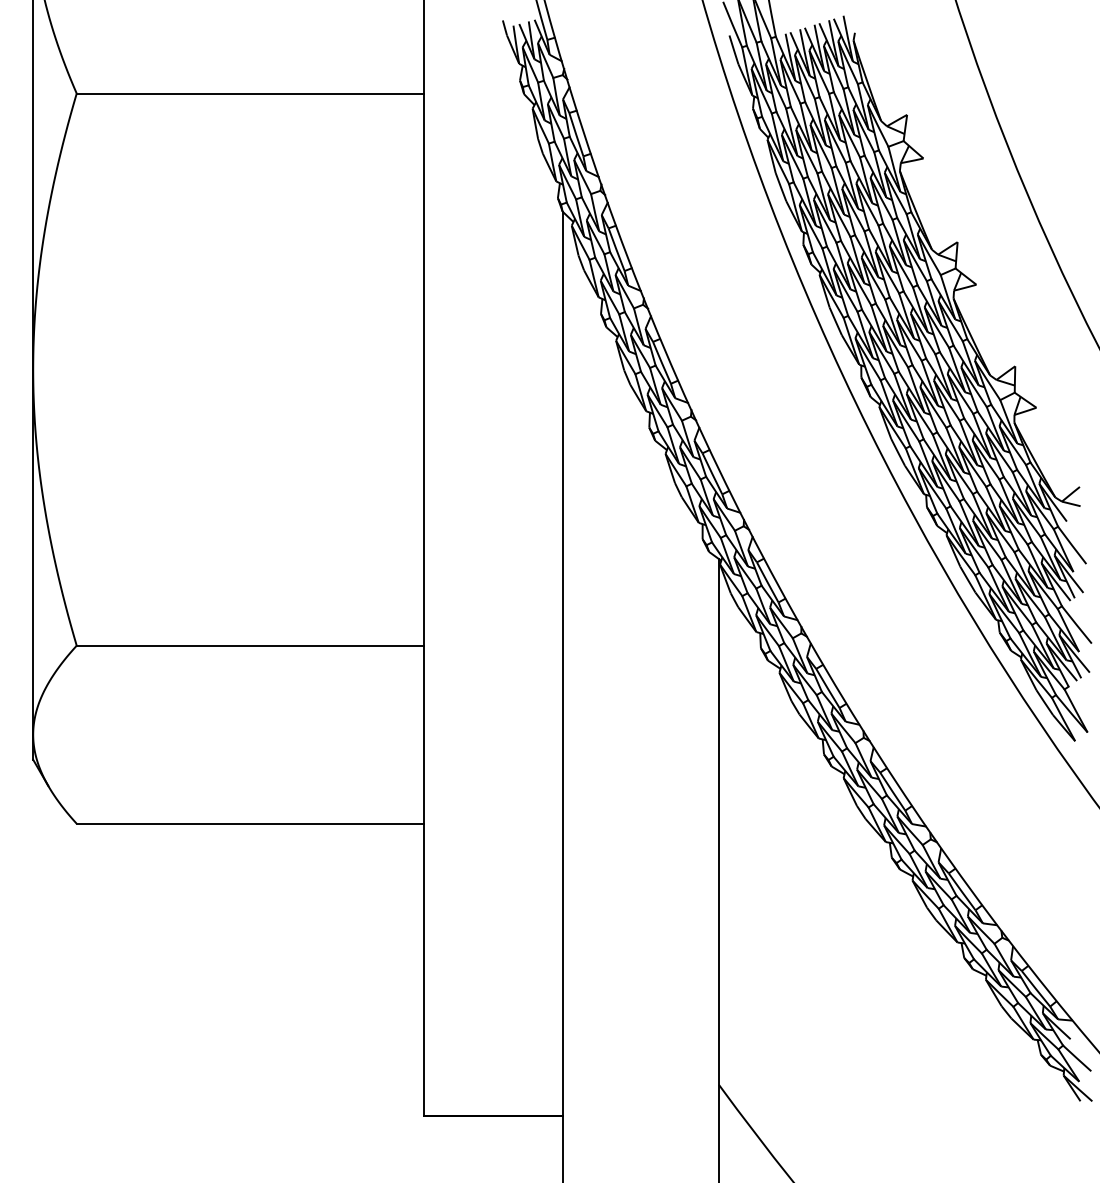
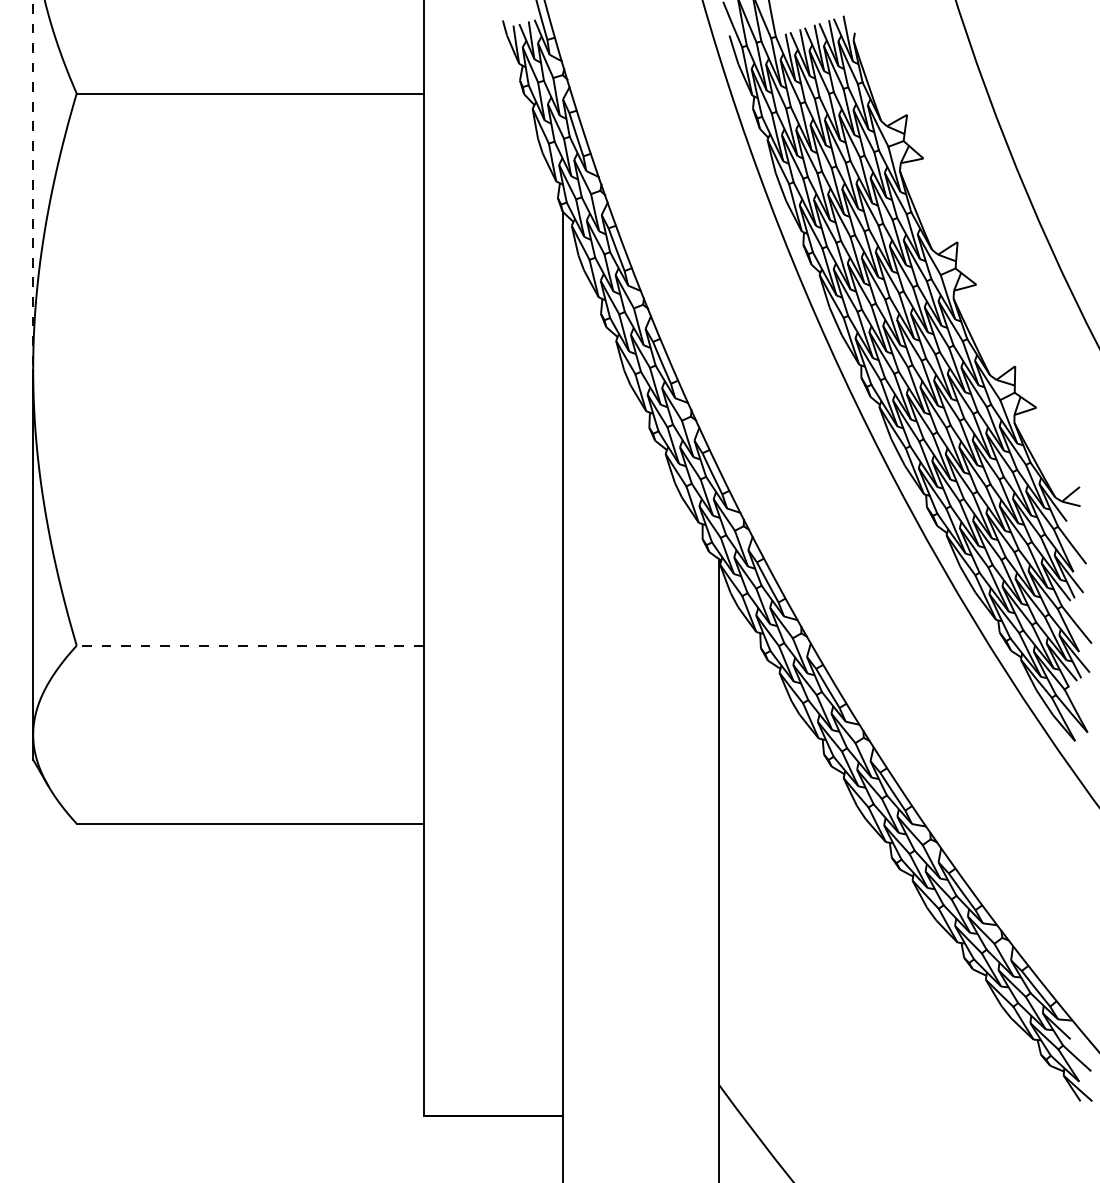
line at (33, 184): solid -> dashed
line at (249, 645): solid -> dashed
